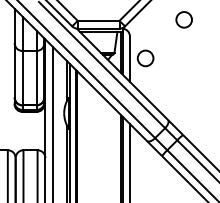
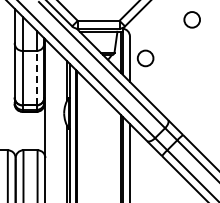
circle at (183, 19) position: (183, 19) -> (191, 19)
line at (36, 77): solid -> dashed
line at (53, 123): present -> none
